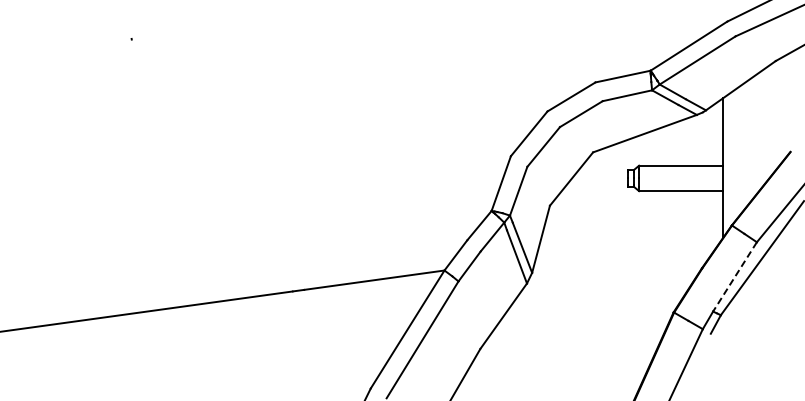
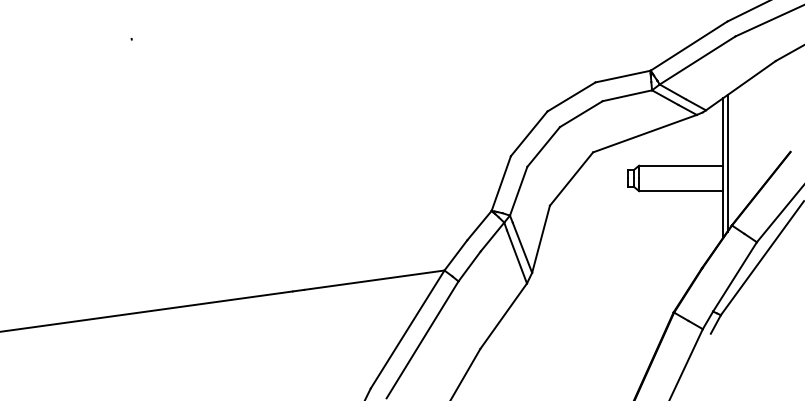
line at (727, 163): none -> present
line at (734, 277): dashed -> solid
